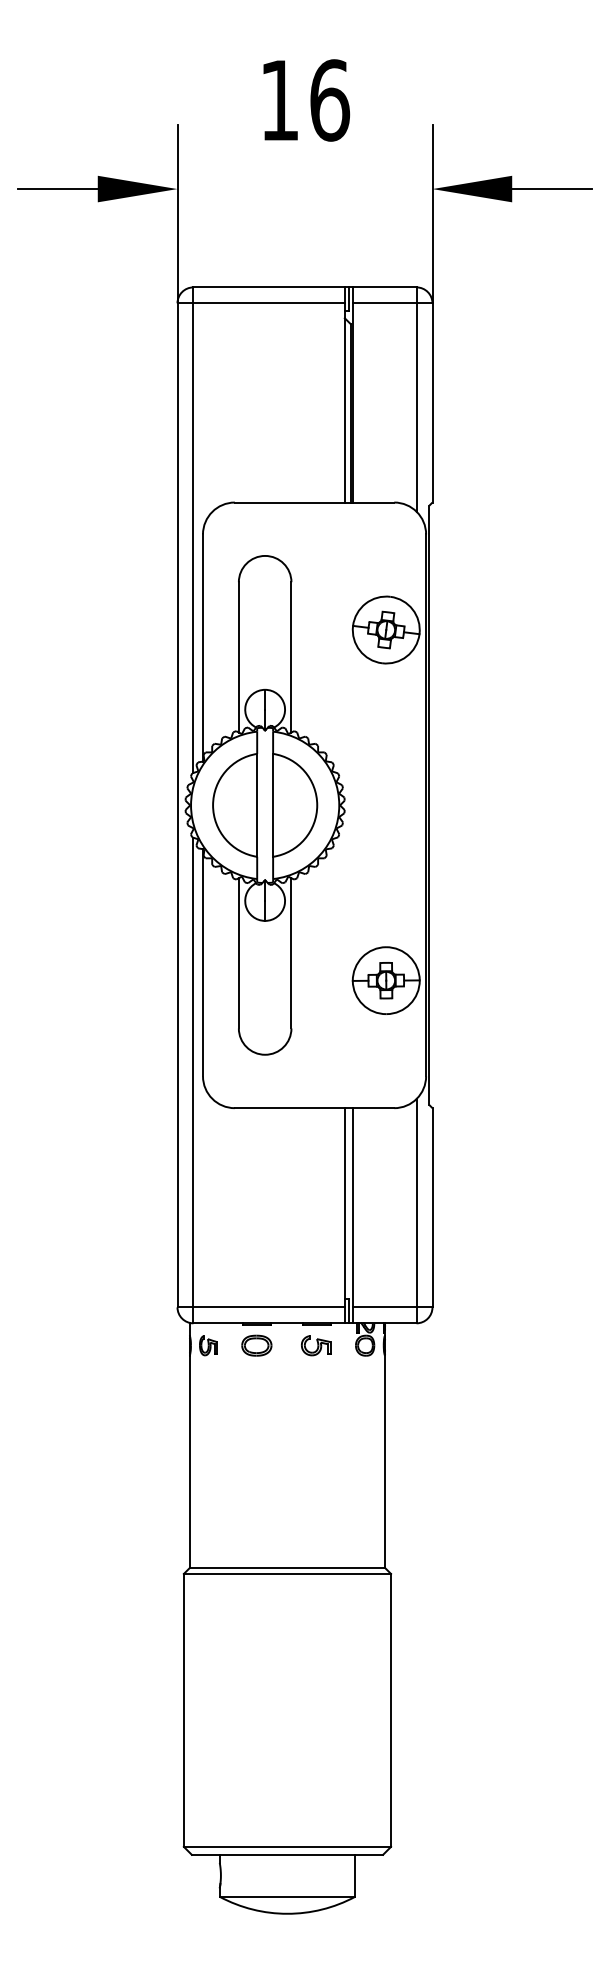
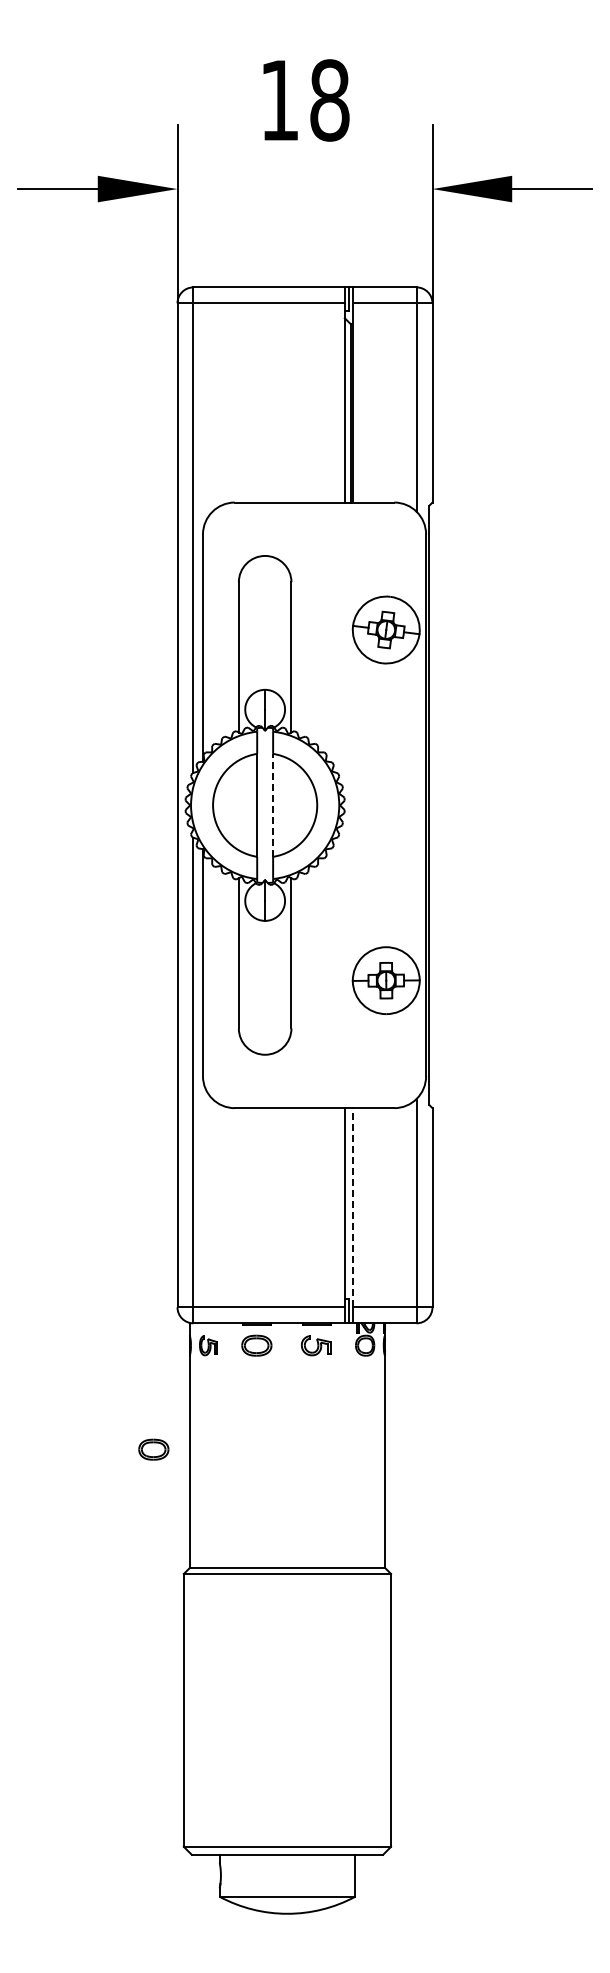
text at (330, 100): 16 -> 18
line at (273, 804): solid -> dashed
line at (352, 1207): solid -> dashed
part at (153, 1449): none -> present
